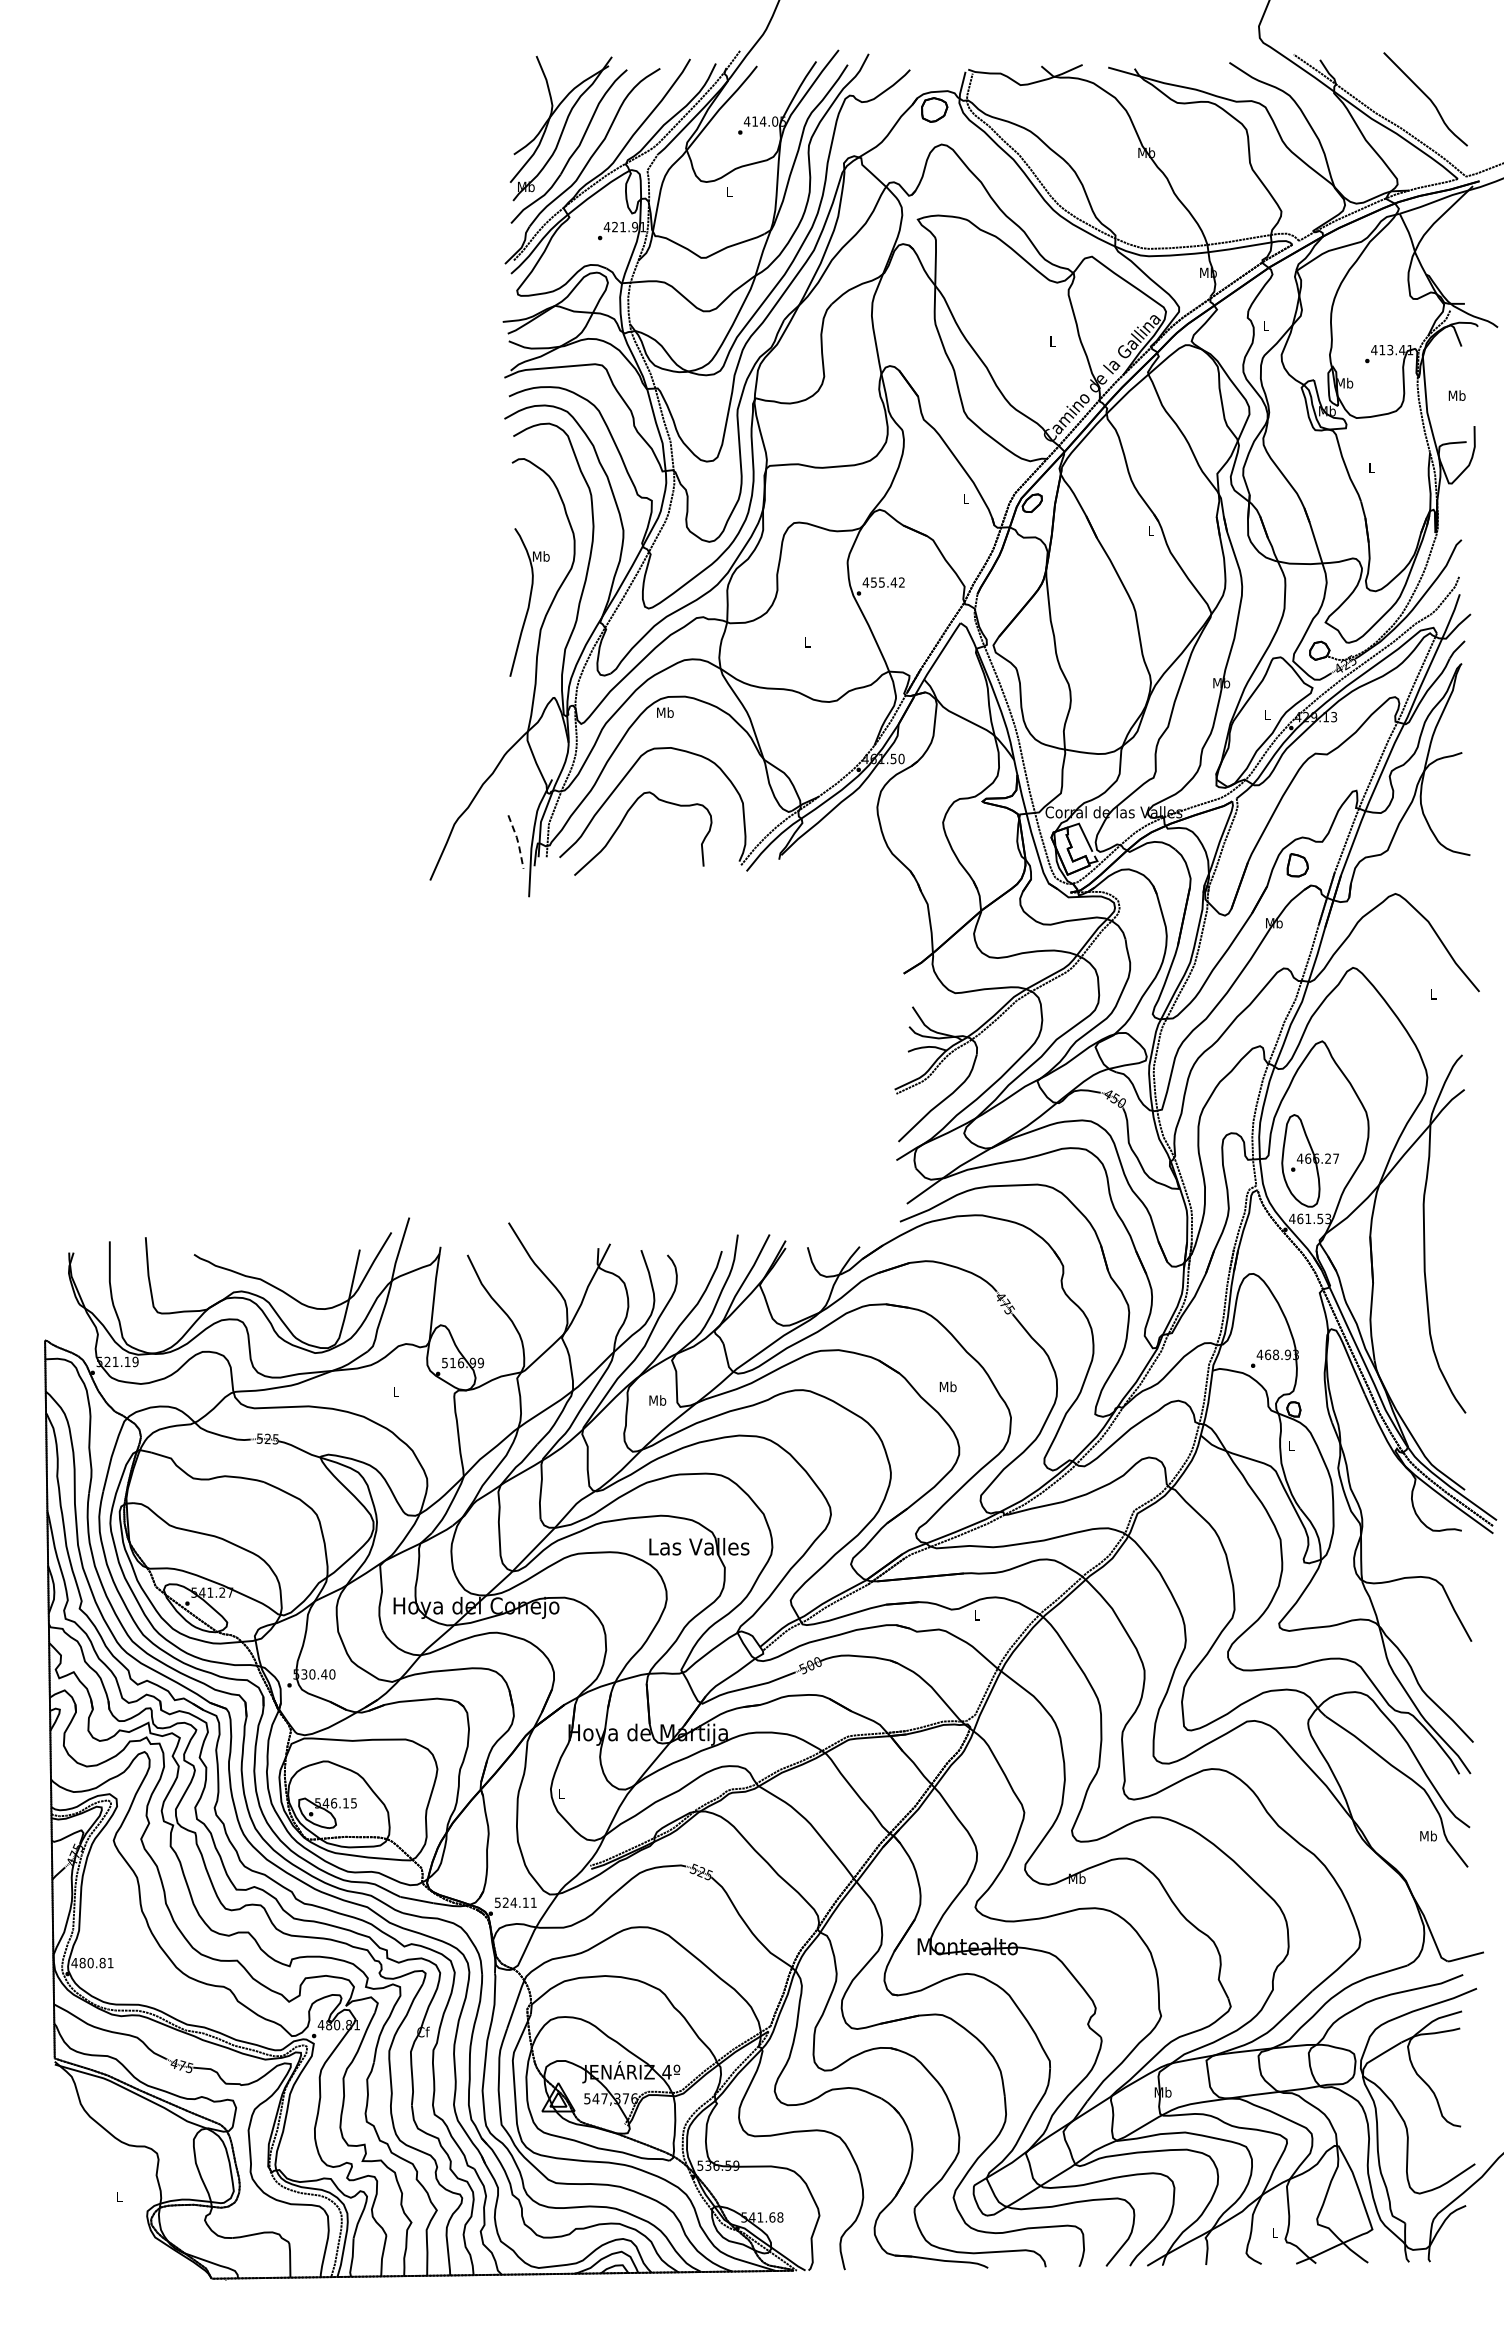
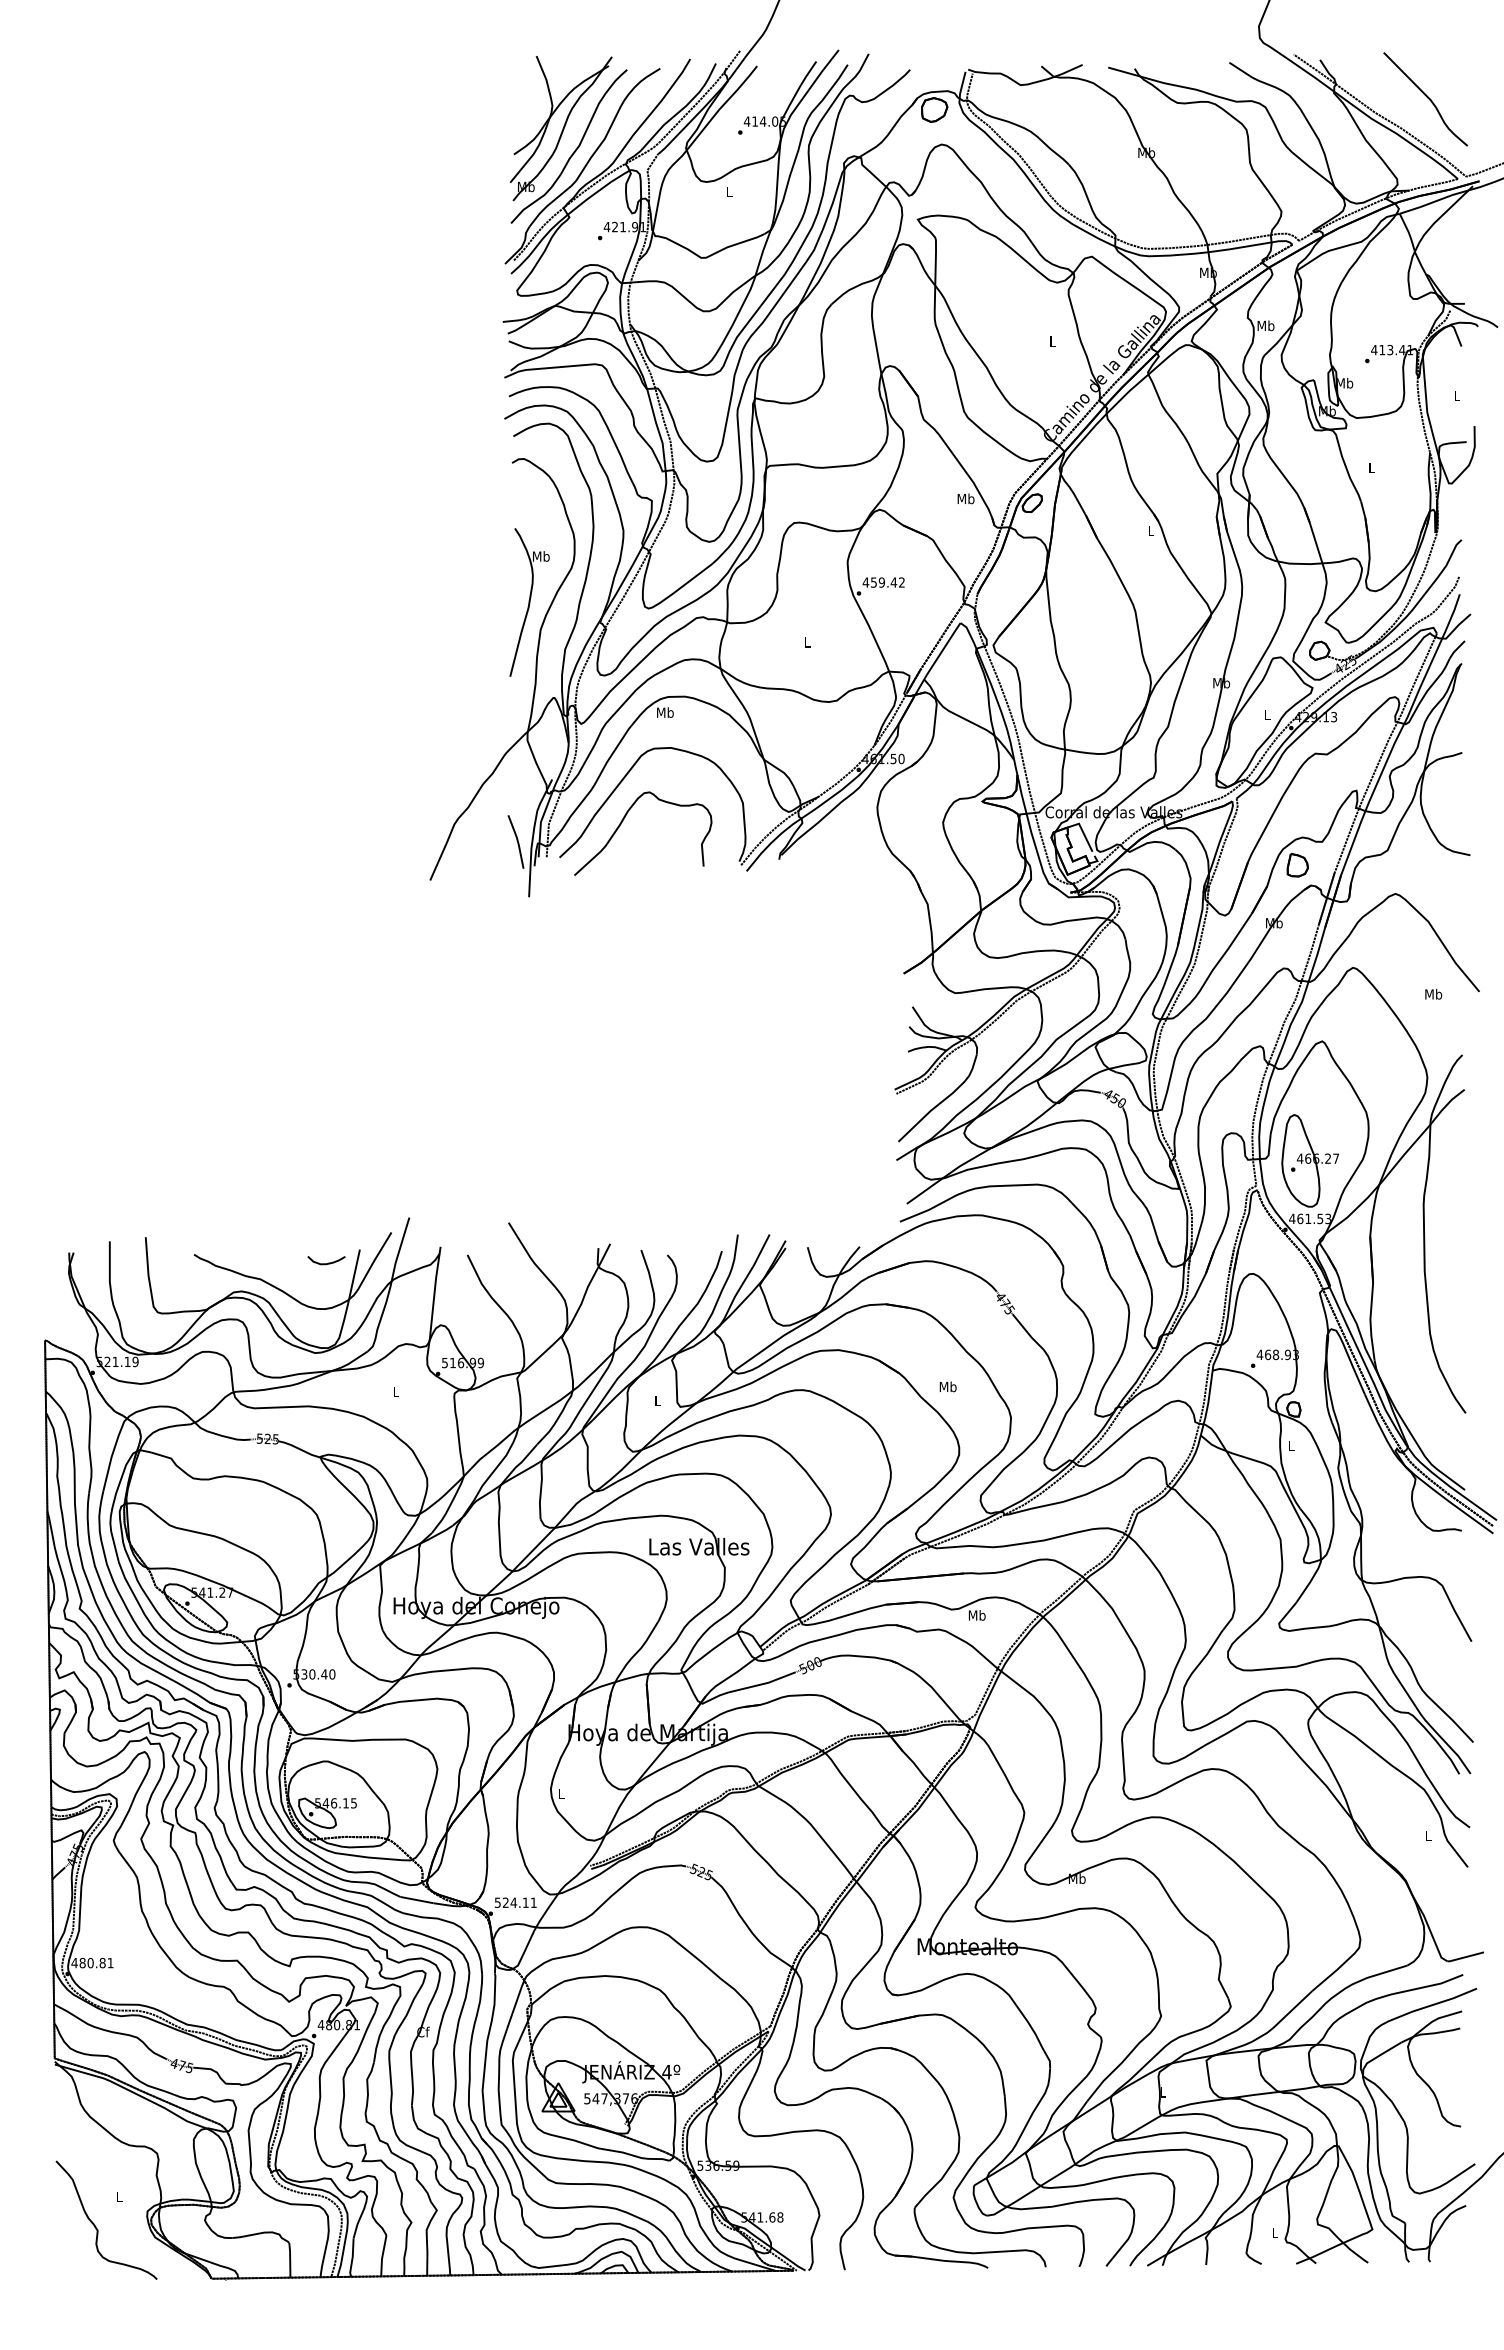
text at (1265, 325): L -> Mb
text at (1456, 395): Mb -> L
text at (965, 498): L -> Mb
text at (881, 582): 455.42 -> 459.42
line at (517, 841): dashed -> solid
text at (1433, 994): L -> Mb
curve at (328, 1262): none -> present
text at (657, 1400): Mb -> L
text at (976, 1615): L -> Mb
text at (1428, 1835): Mb -> L
text at (1162, 2092): Mb -> L
curve at (96, 2226): none -> present
